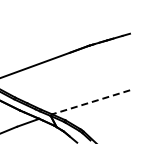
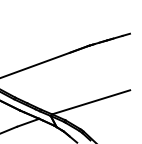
line at (91, 102): dashed -> solid
